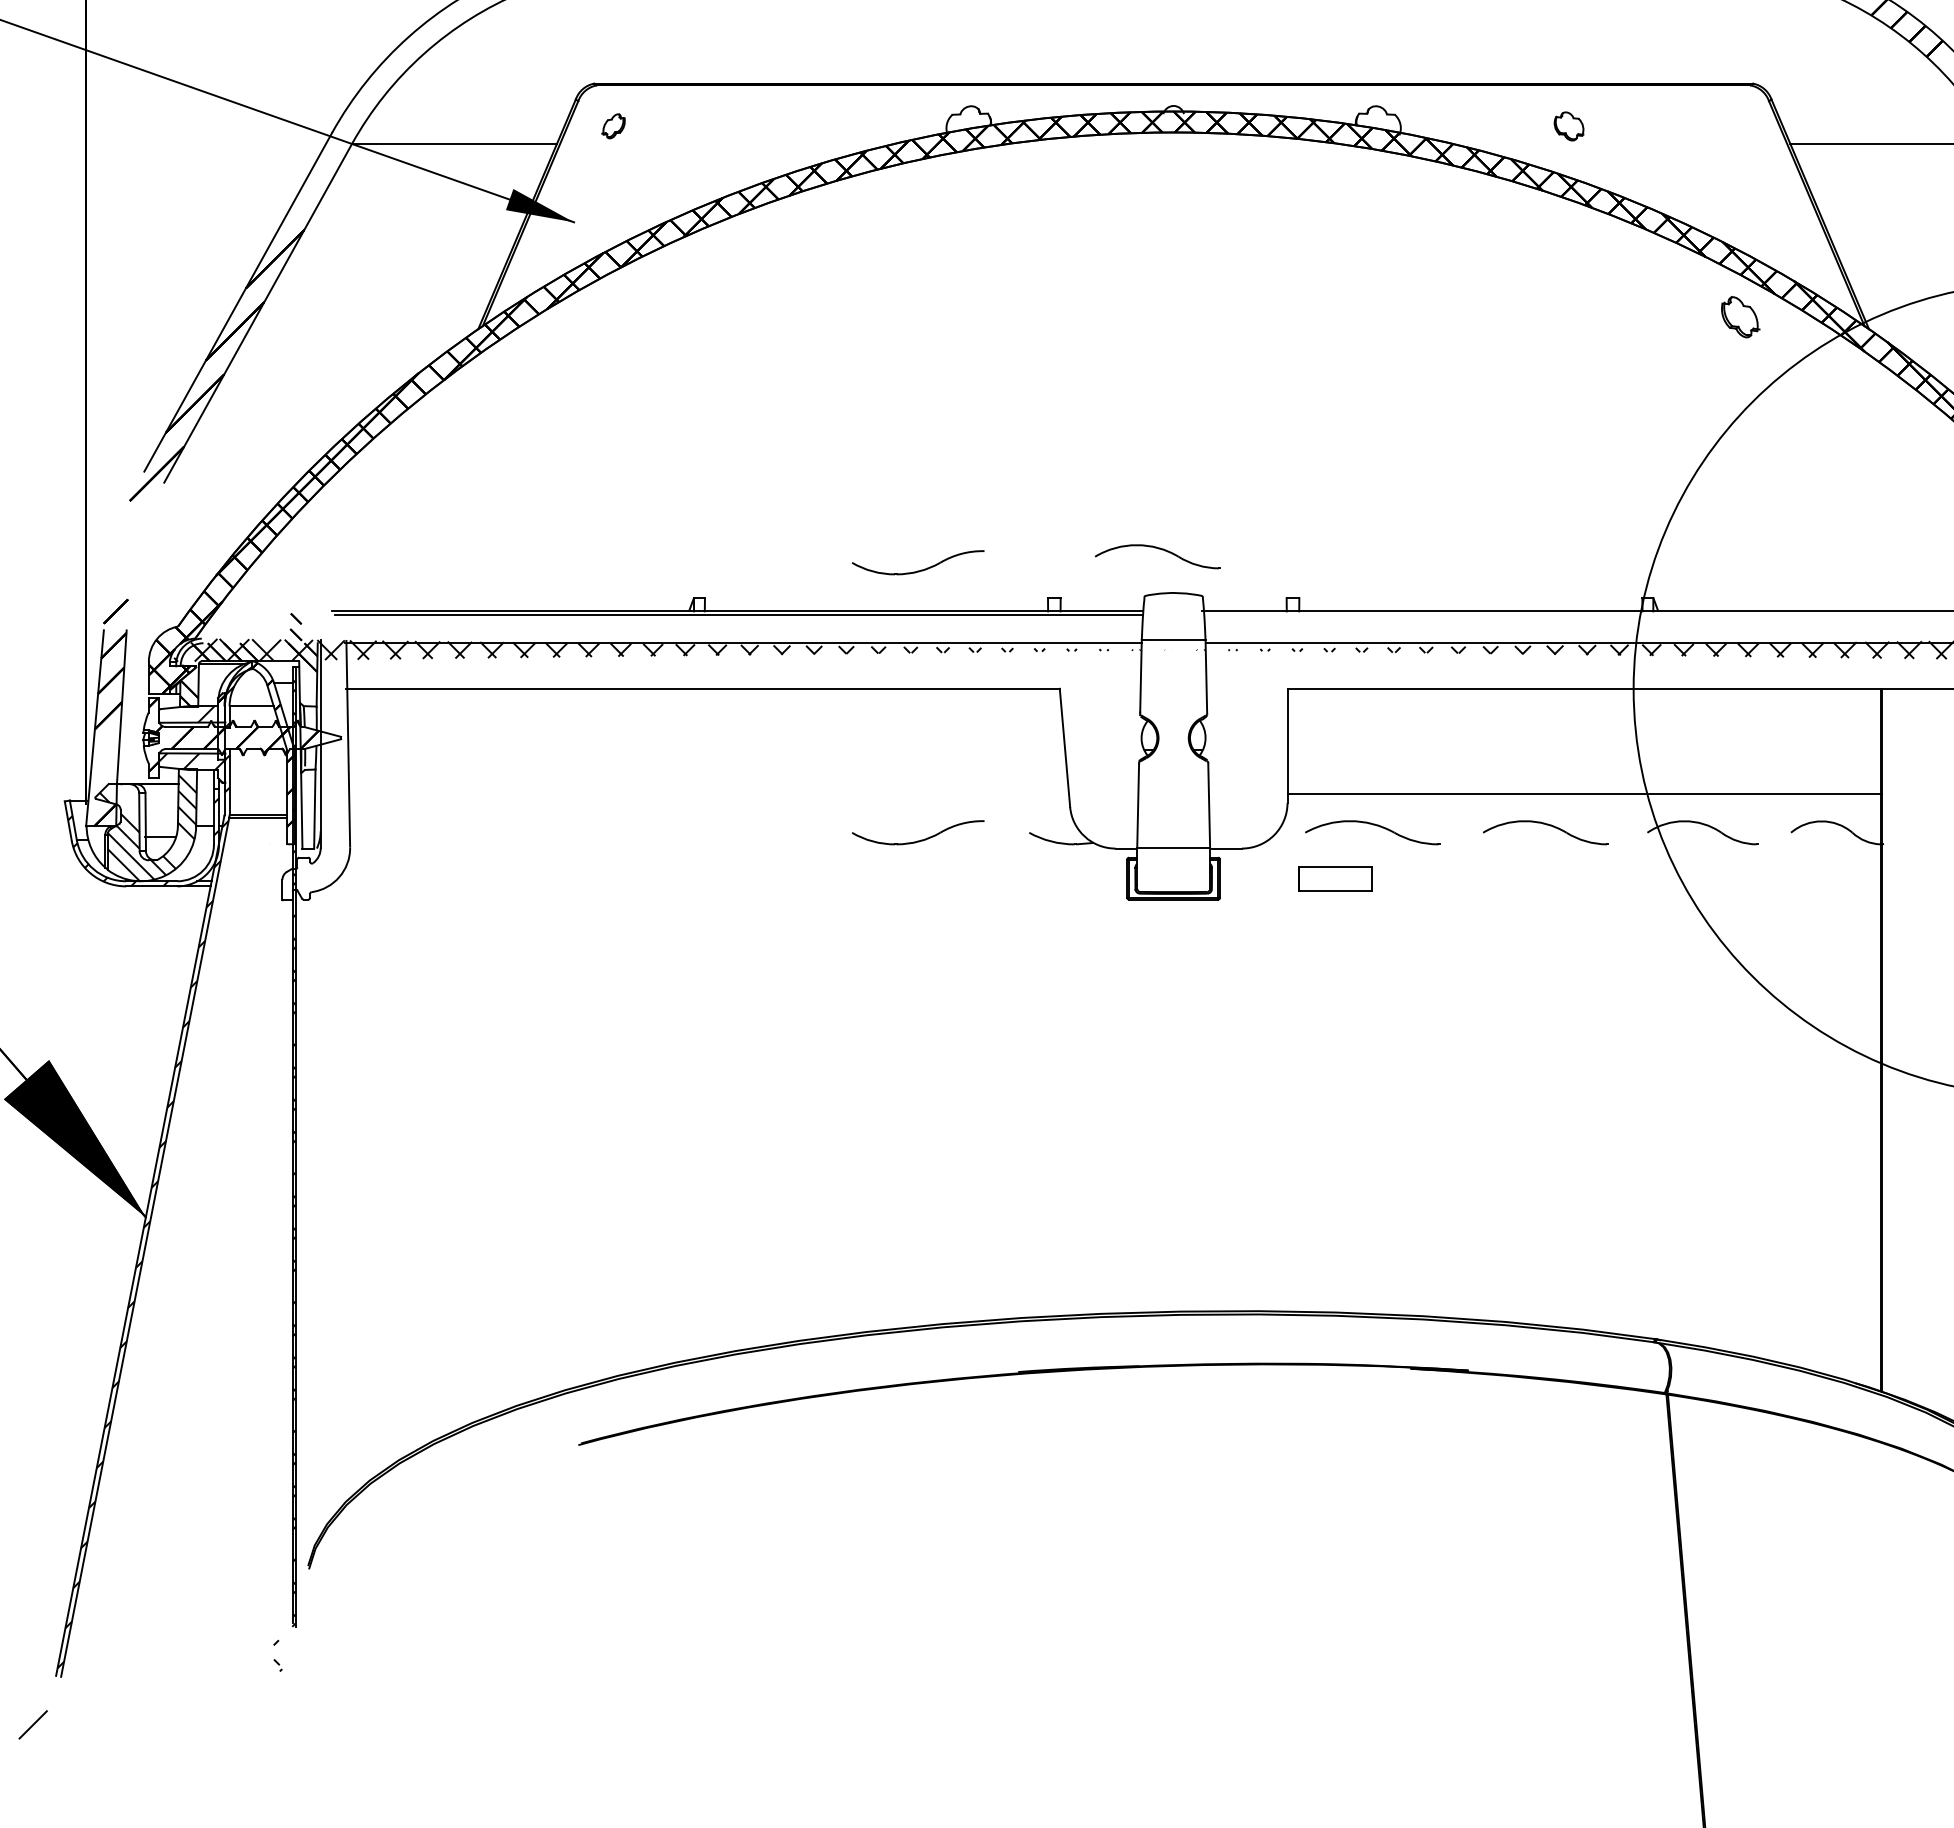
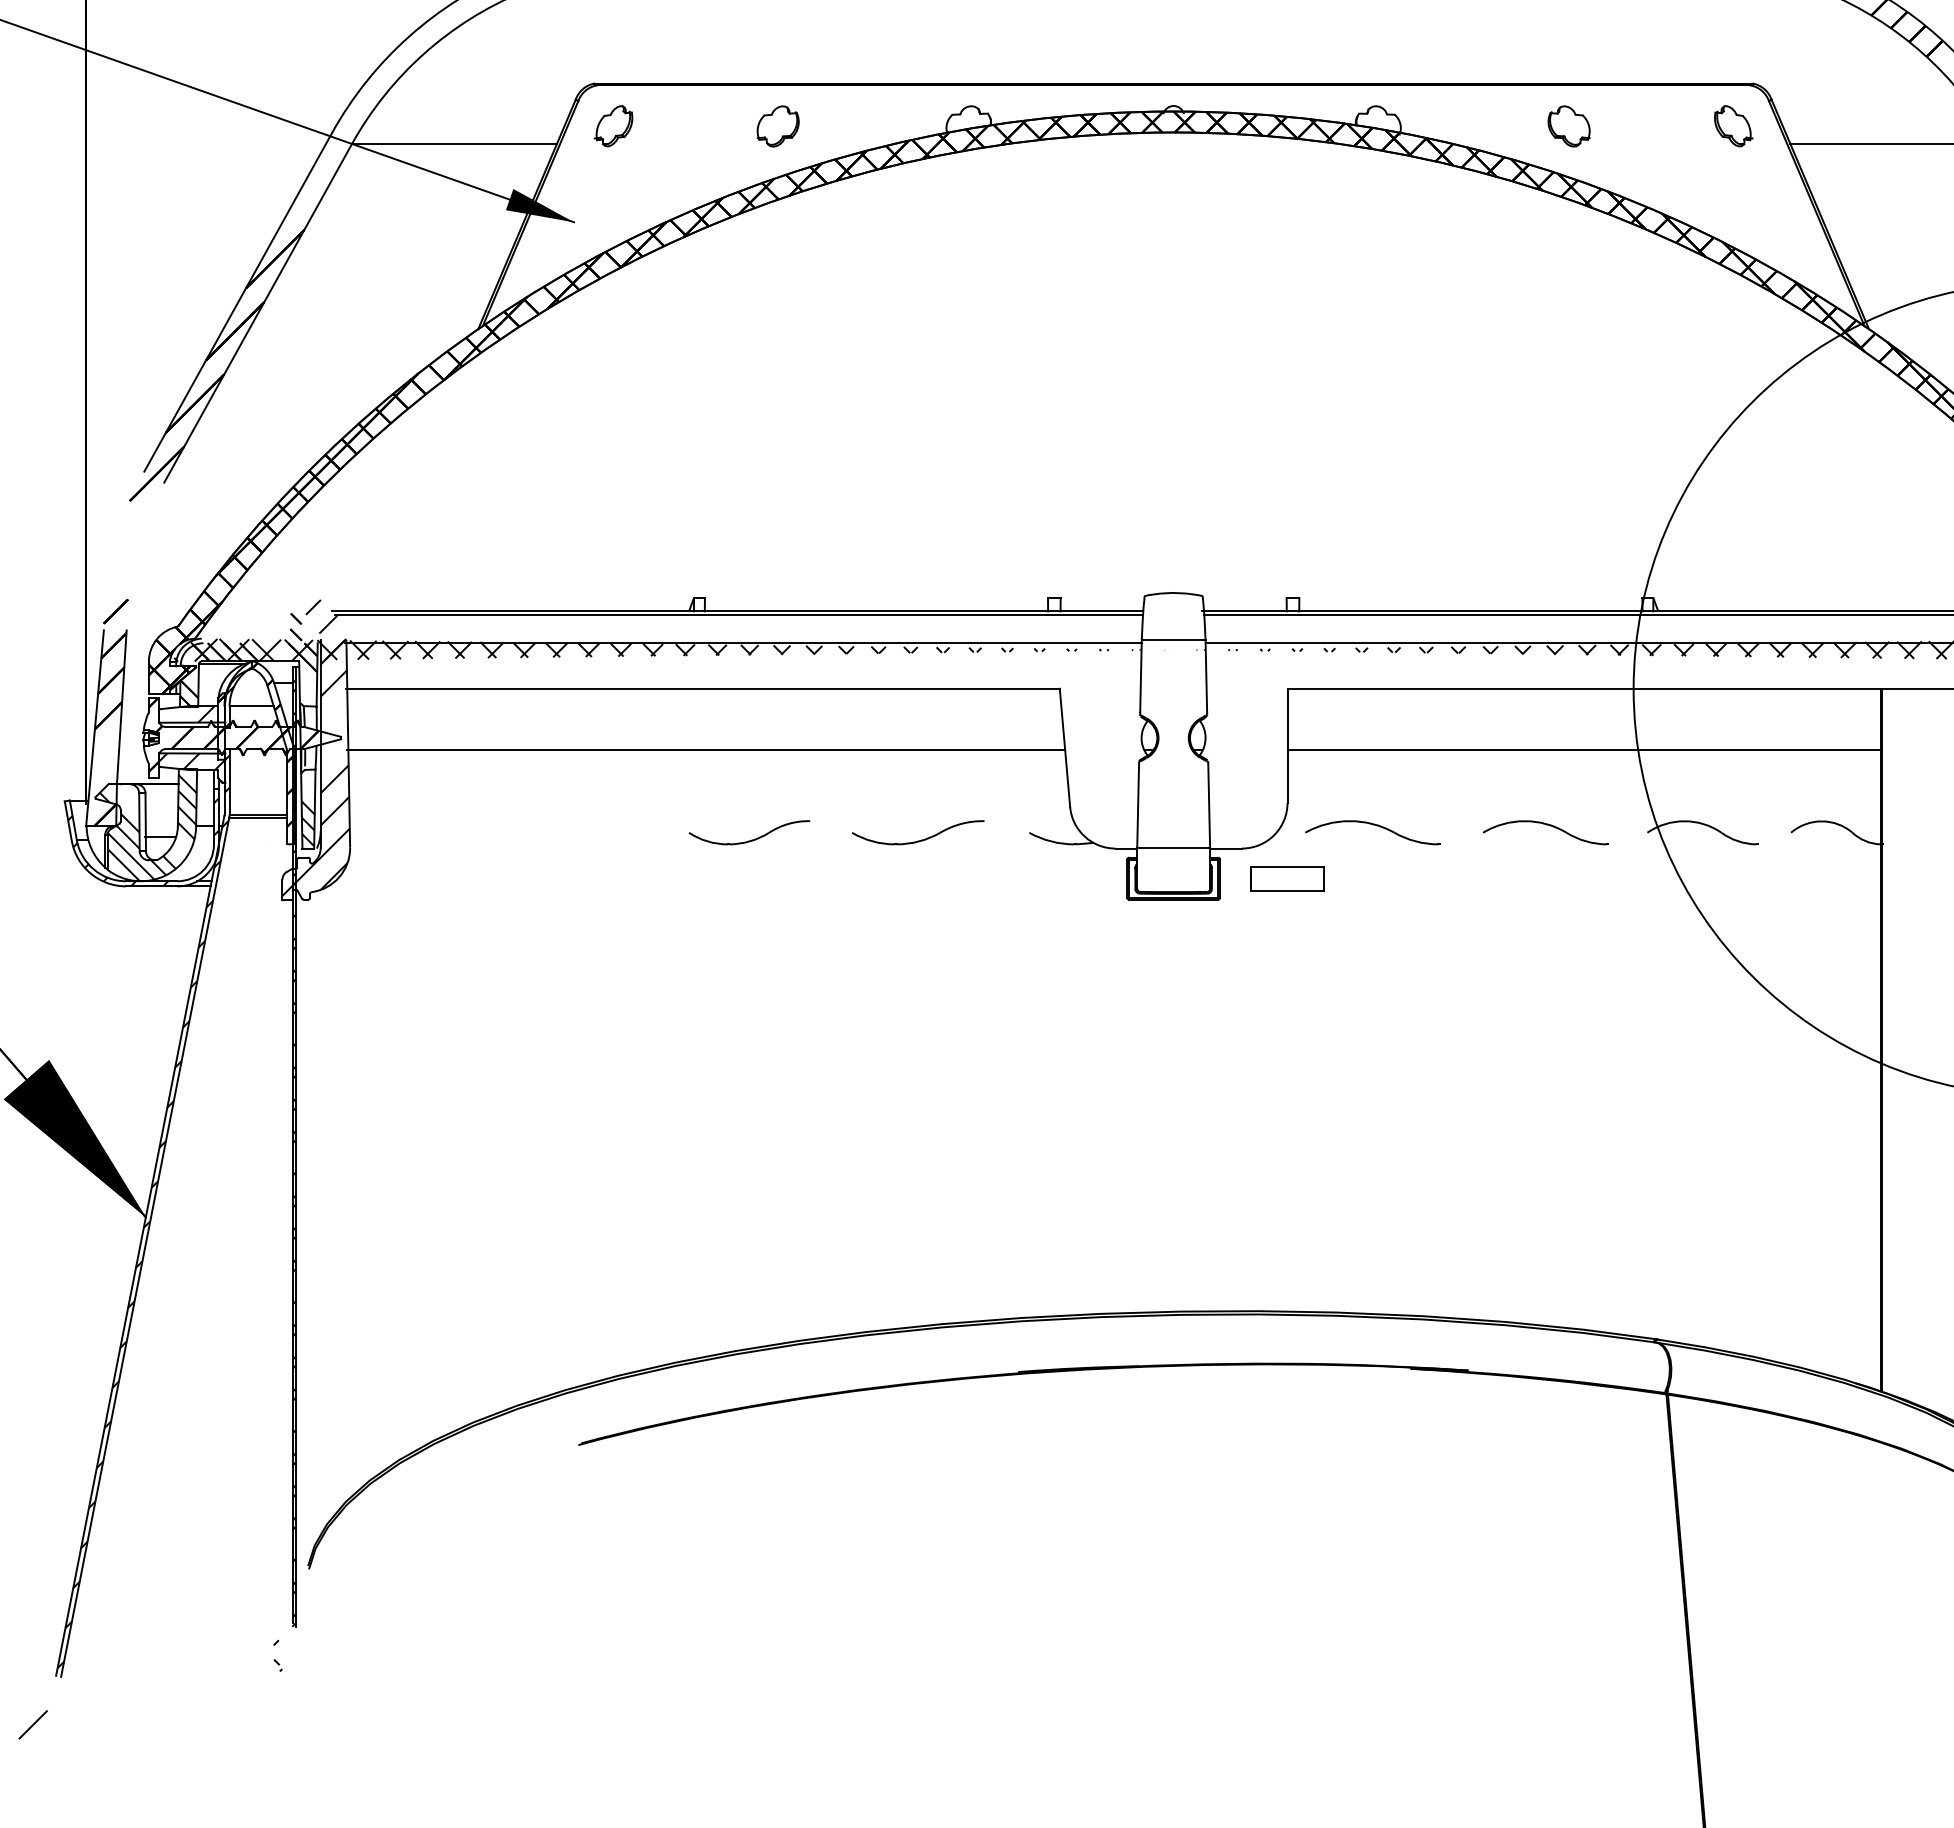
part at (613, 126) size: 25x27 px -> 41x43 px
part at (777, 126): none -> present
part at (1568, 126) size: 32x31 px -> 44x43 px
part at (1740, 317) position: (1740, 317) -> (1733, 126)
part at (1158, 549): present -> none
part at (917, 570): present -> none
line at (1577, 614): none -> present
hatch at (315, 747): none -> present
line at (706, 749): none -> present
line at (1584, 793) position: (1584, 793) -> (1584, 749)
hatch at (307, 823): none -> present
part at (751, 839): none -> present
part at (1335, 878) position: (1335, 878) -> (1287, 878)
